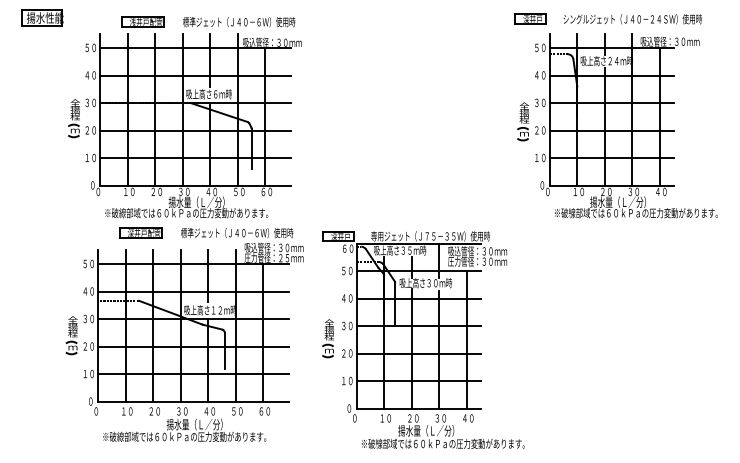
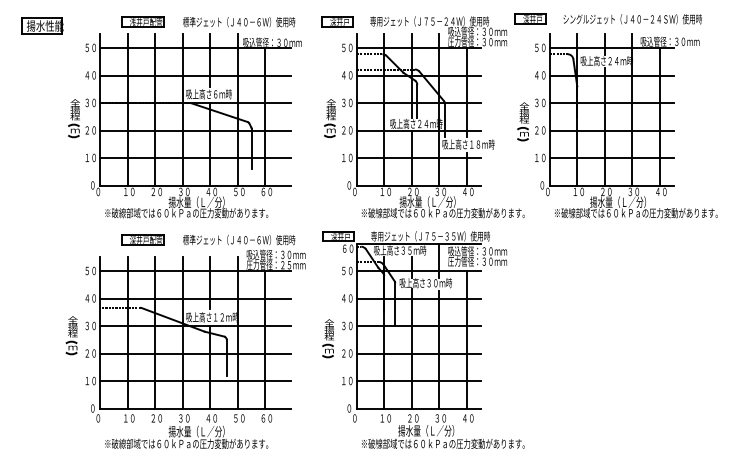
part at (42, 17) position: (42, 17) -> (42, 25)
part at (422, 117): none -> present
part at (193, 334) position: (193, 334) -> (195, 341)
